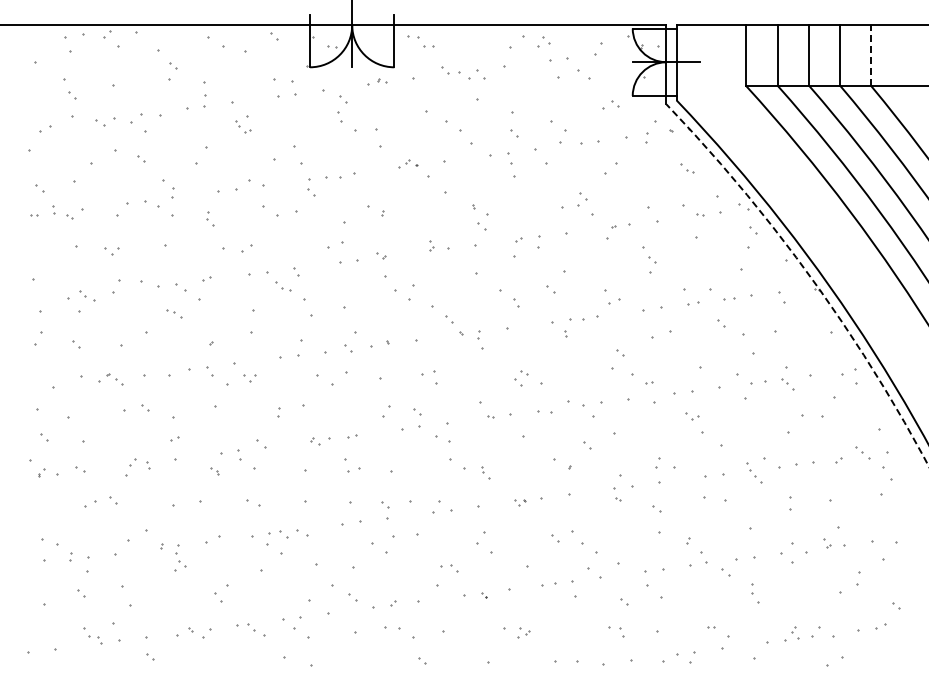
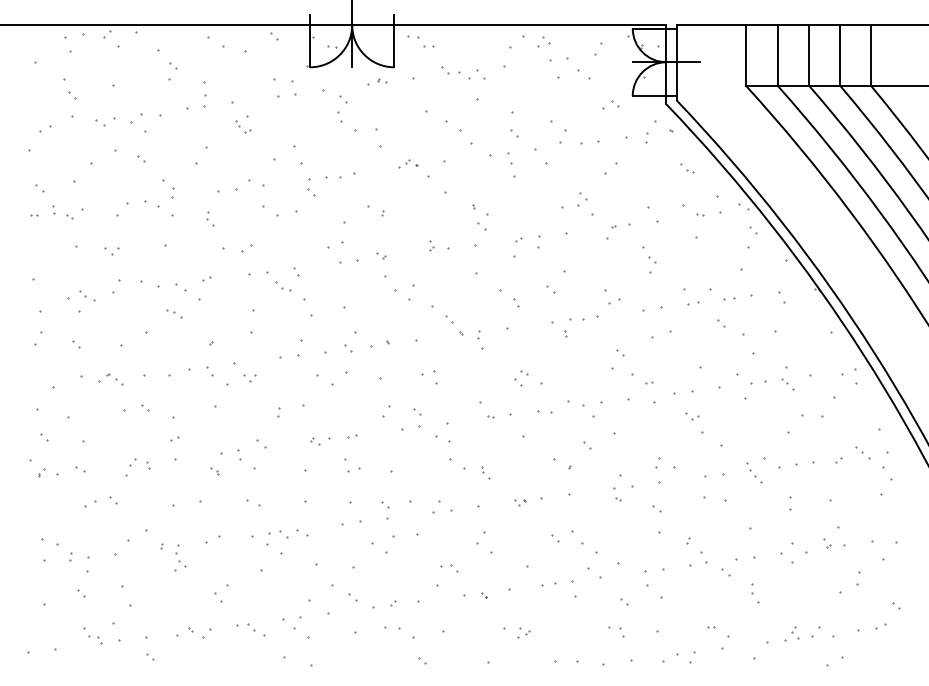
line at (871, 55): dashed -> solid
arc at (809, 276): dashed -> solid
